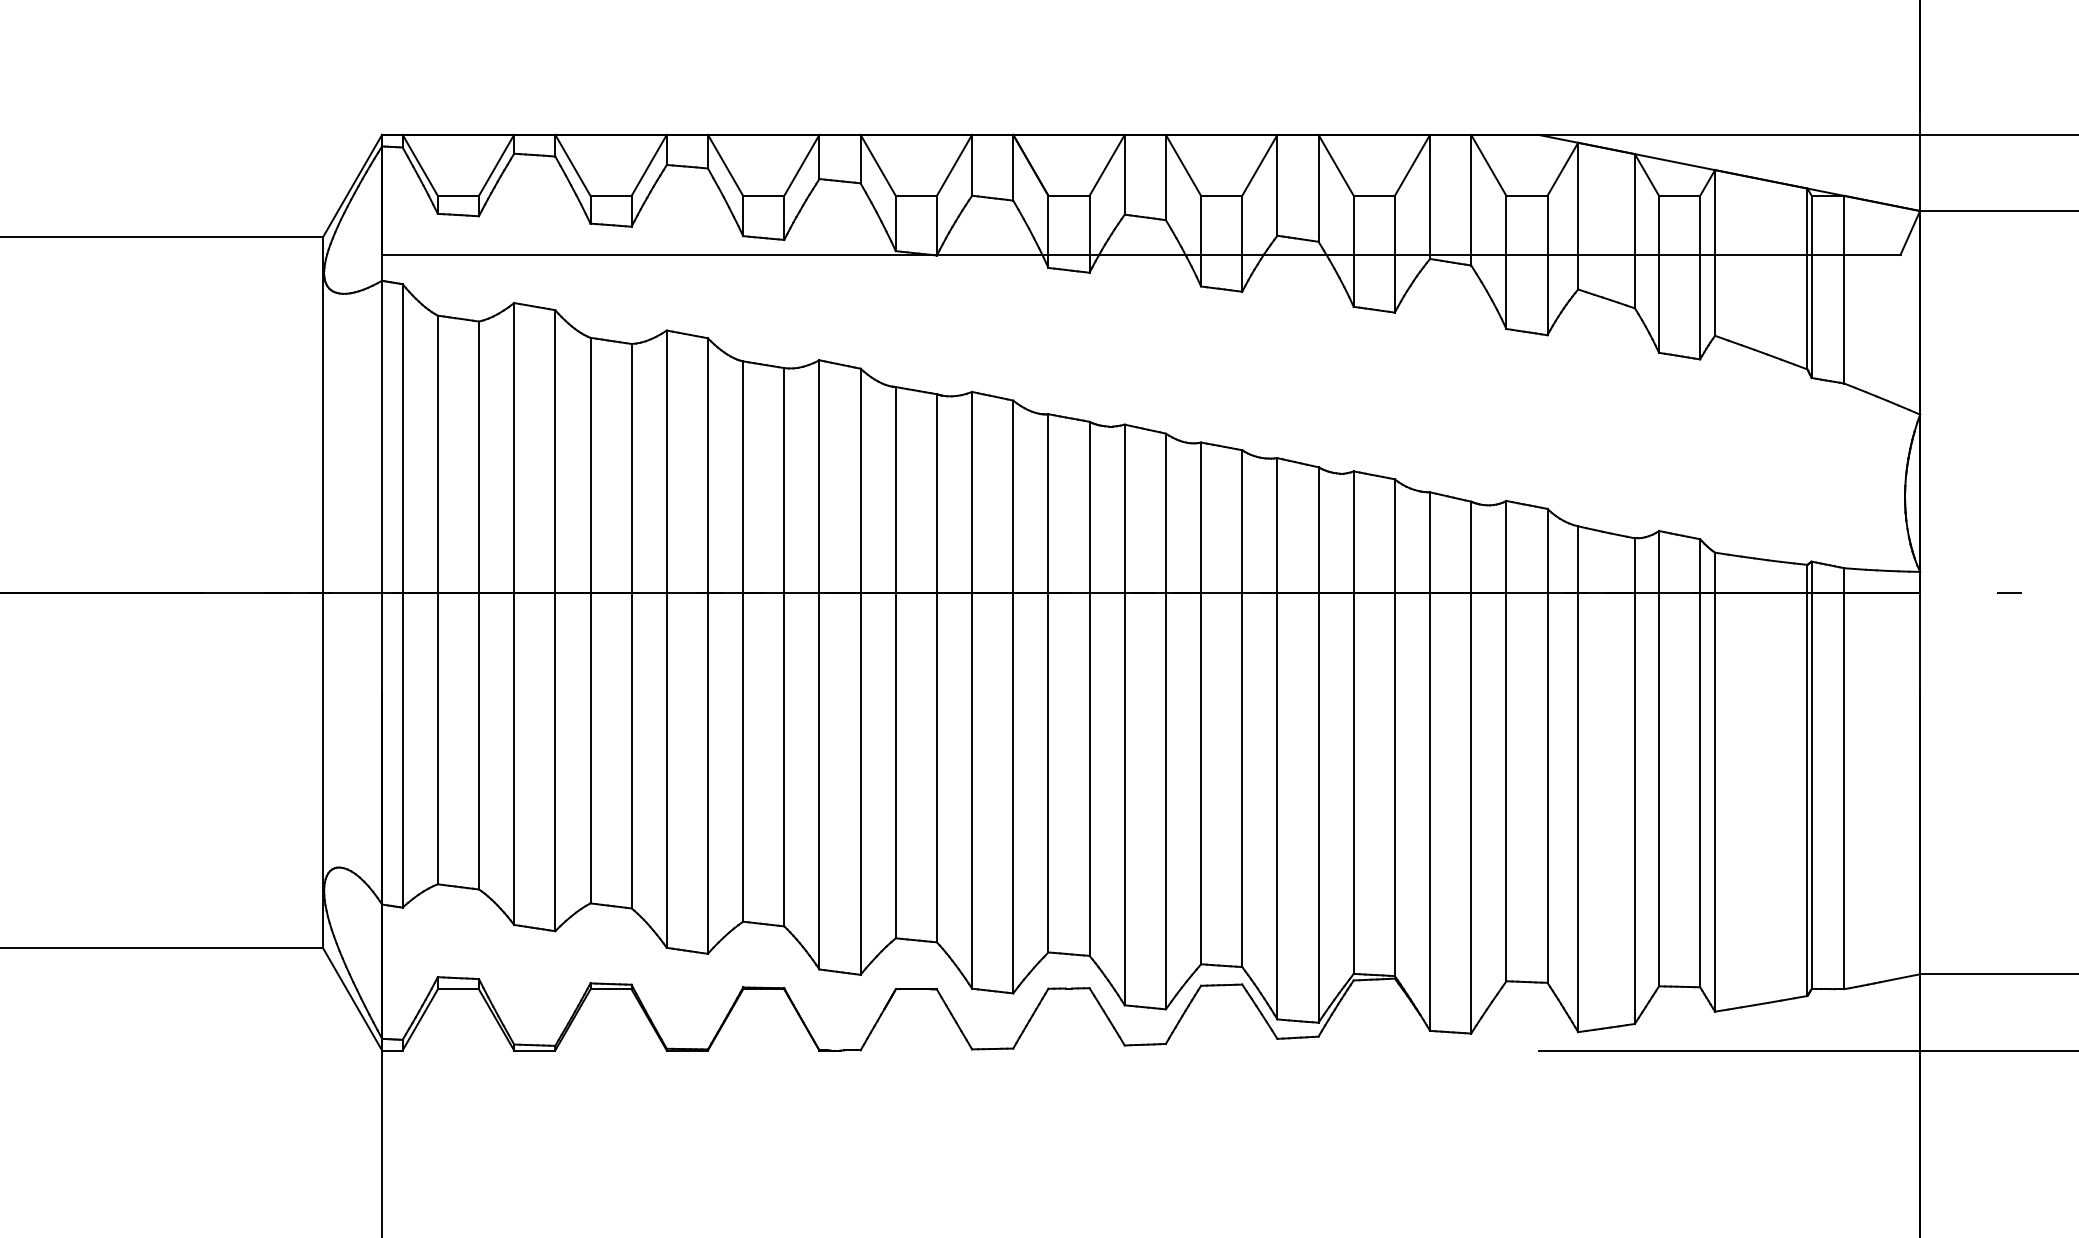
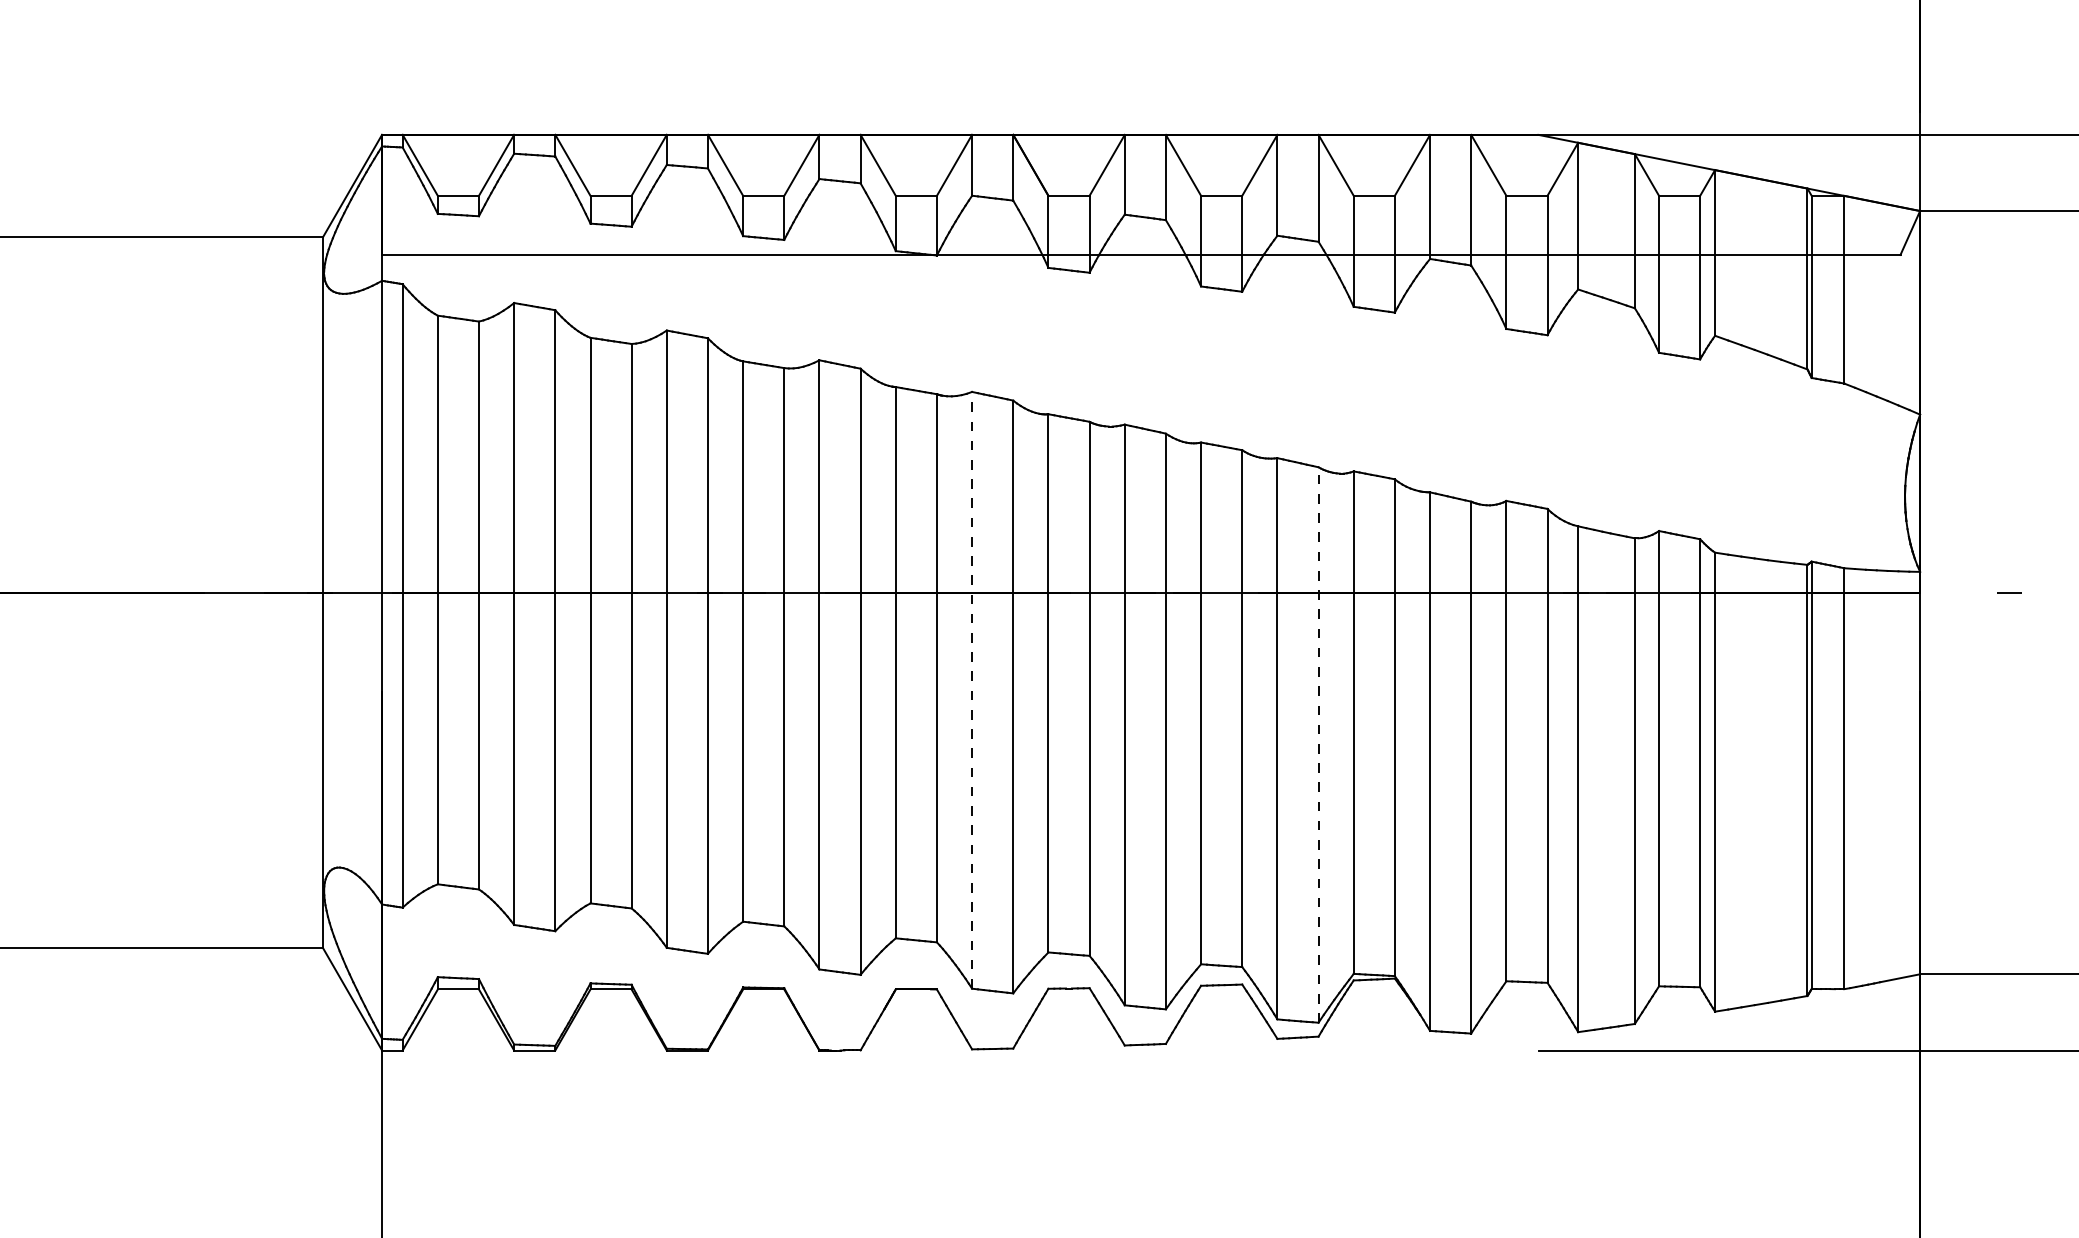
line at (972, 689): solid -> dashed
line at (1318, 745): solid -> dashed
